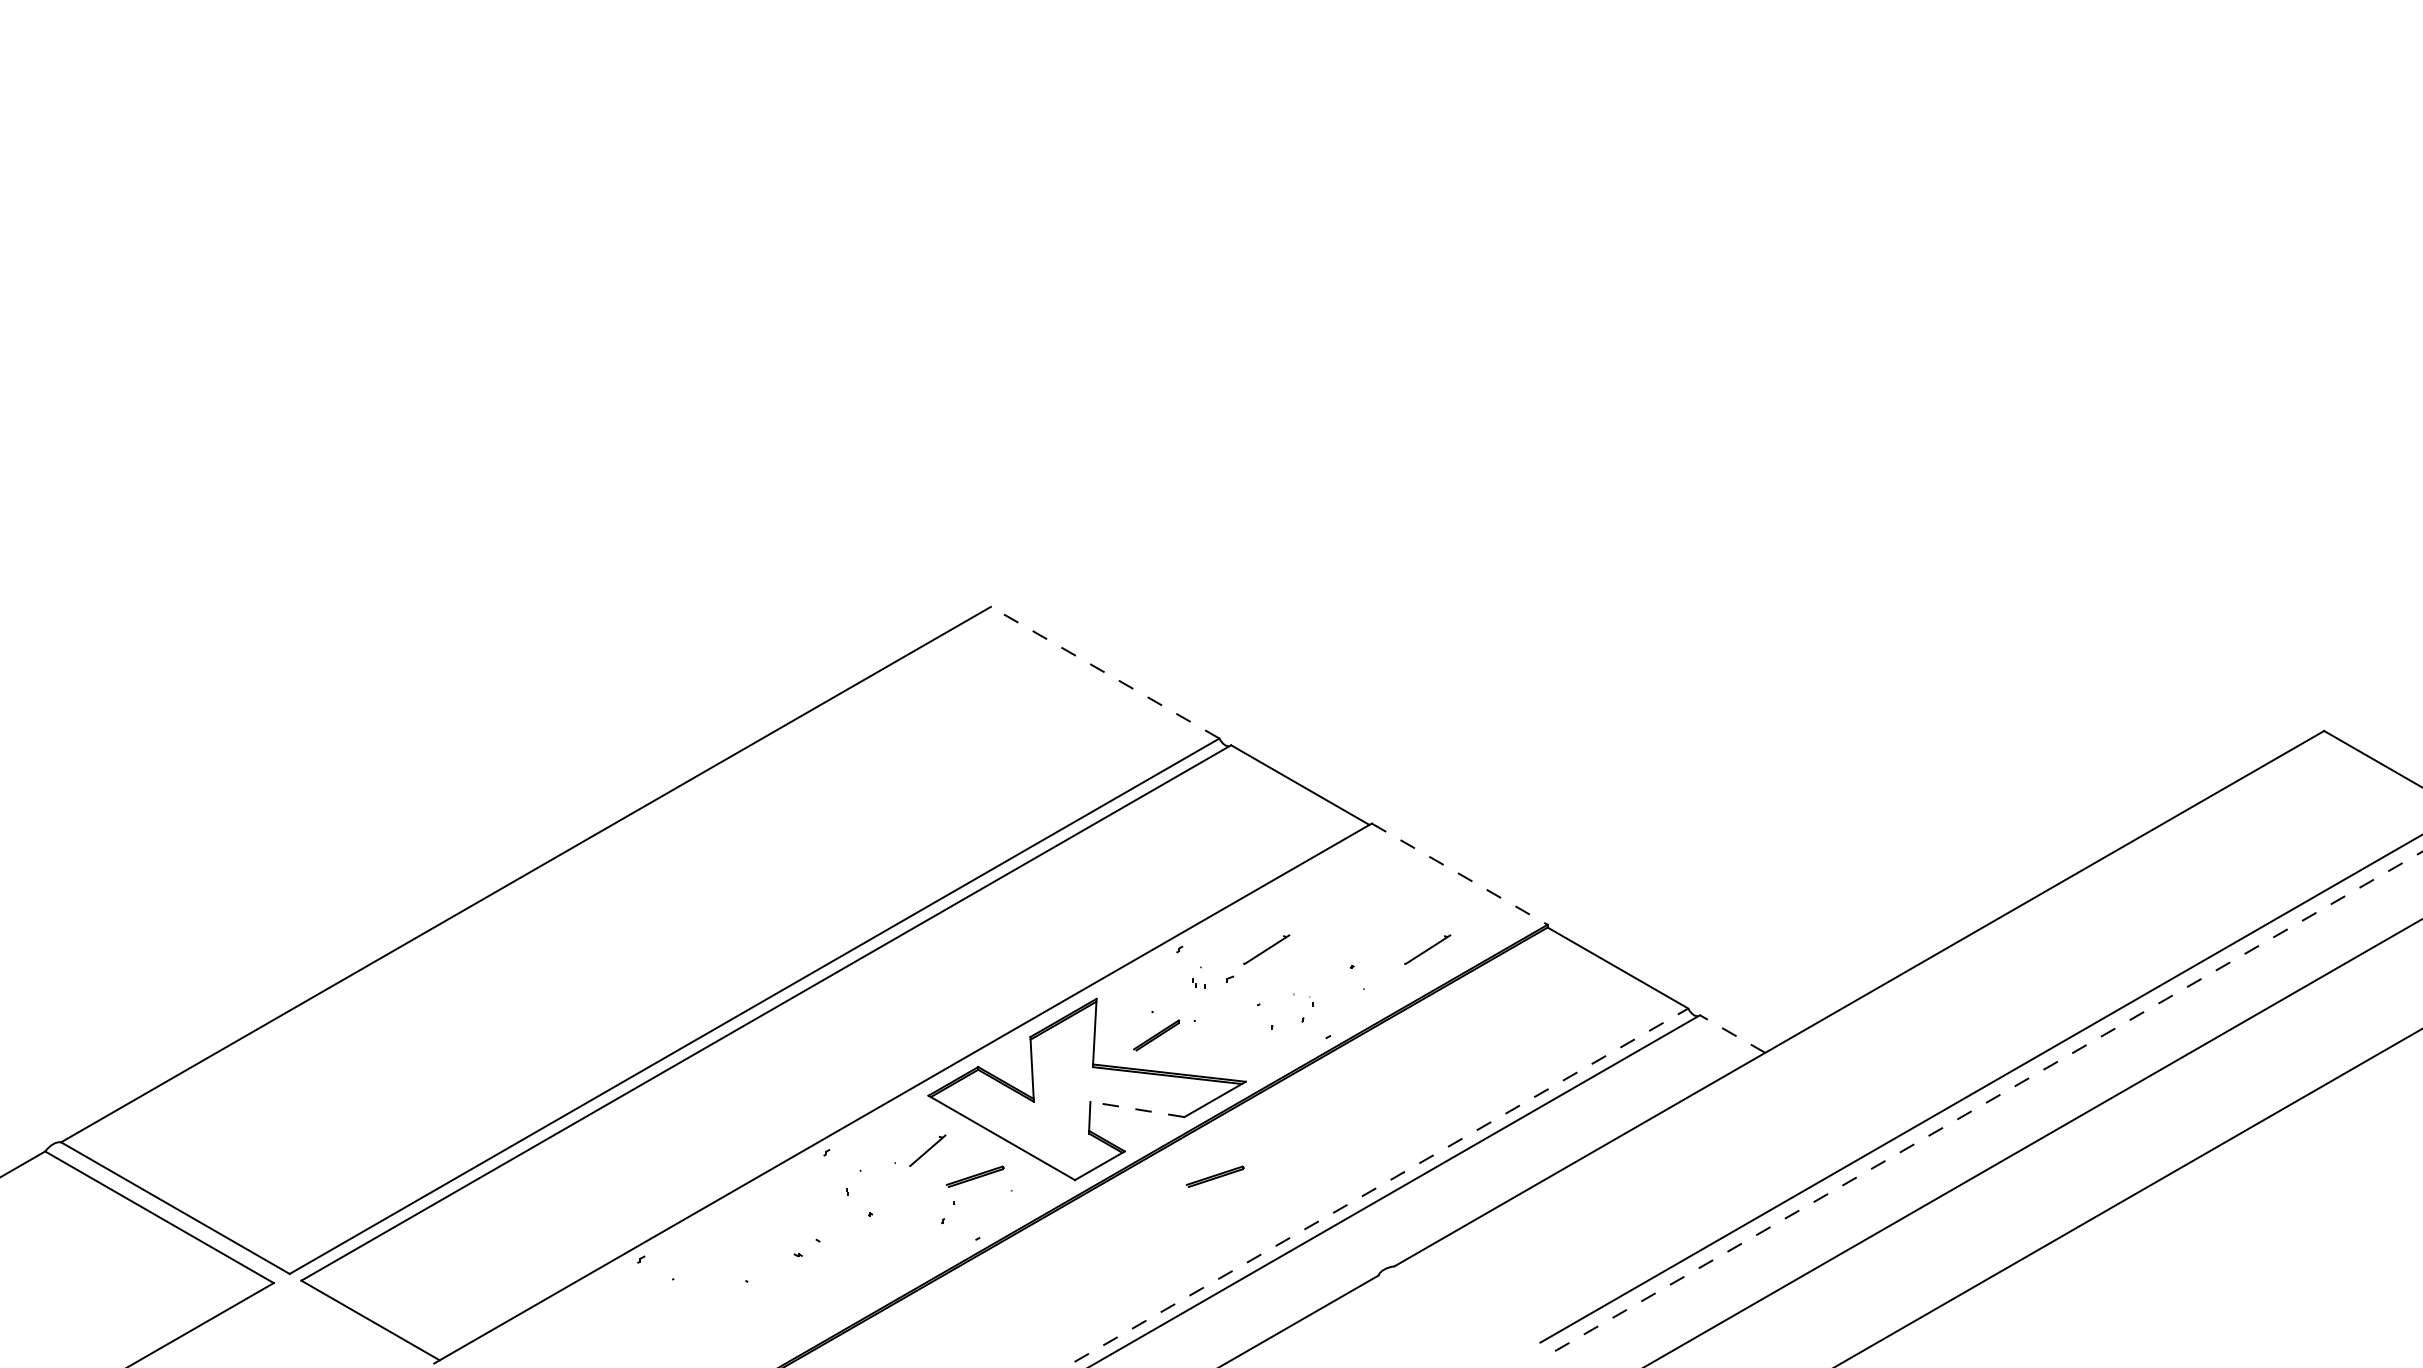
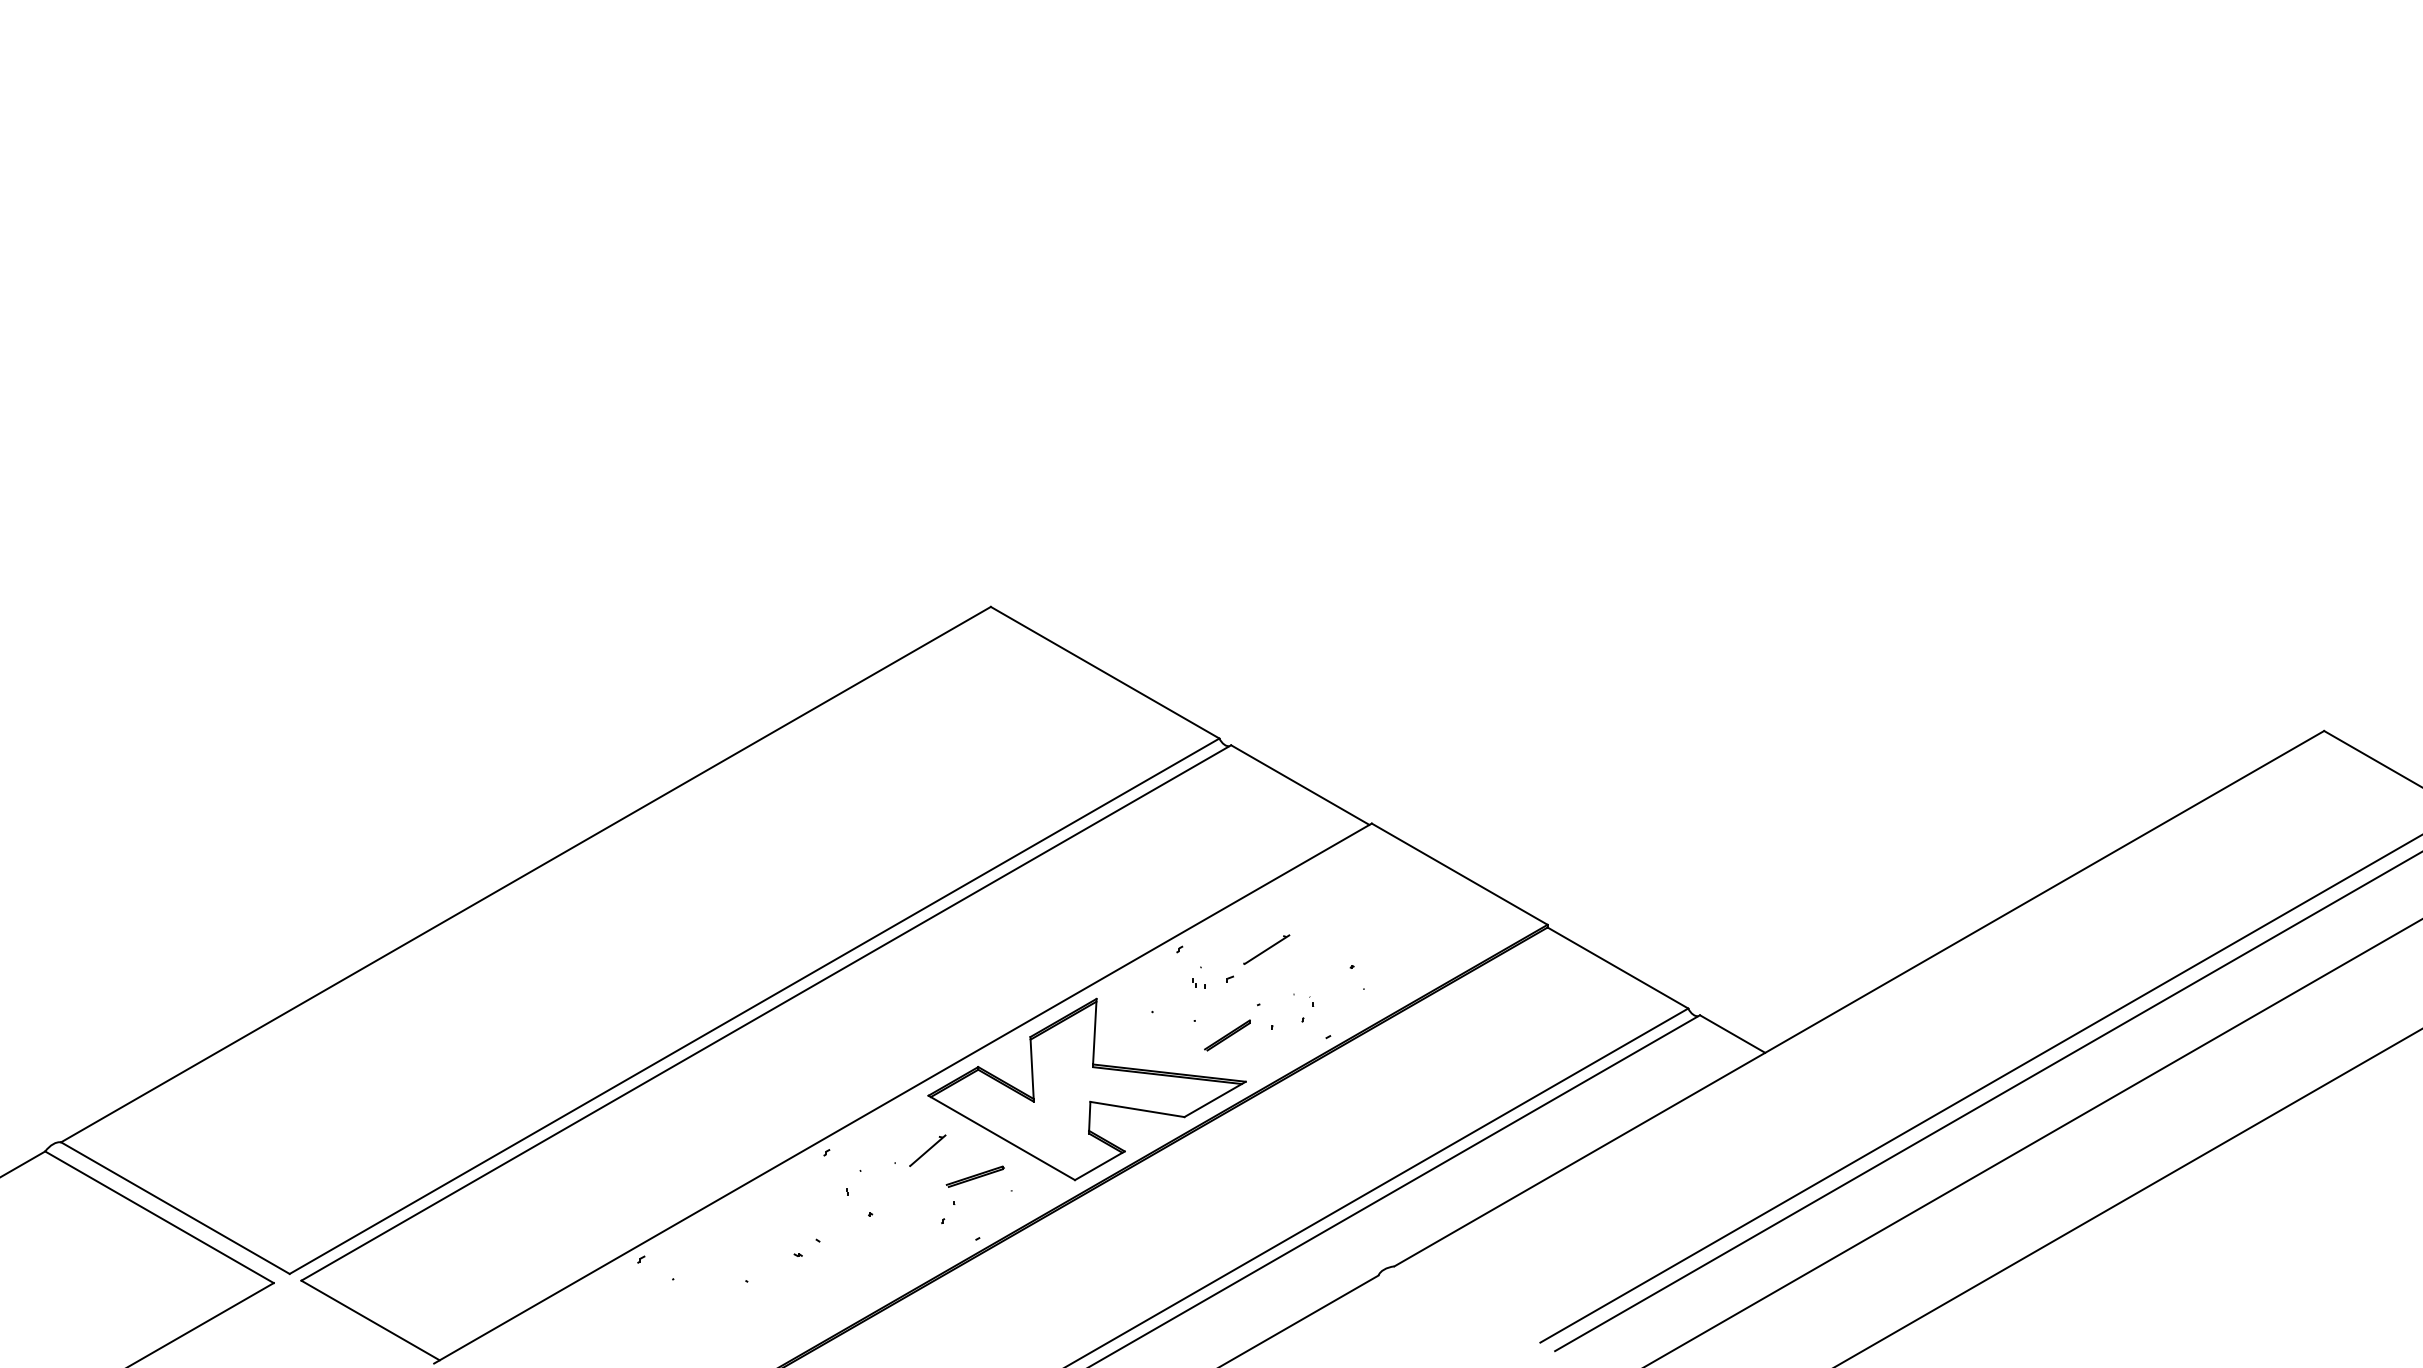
line at (1105, 672): dashed -> solid
line at (1460, 874): dashed -> solid
part at (1427, 949): present -> none
line at (1732, 1034): dashed -> solid
part at (1156, 1035) position: (1156, 1035) -> (1227, 1035)
line at (1989, 1101): dashed -> solid
line at (1137, 1109): dashed -> solid
part at (1214, 1176): present -> none
line at (1376, 1188): dashed -> solid
